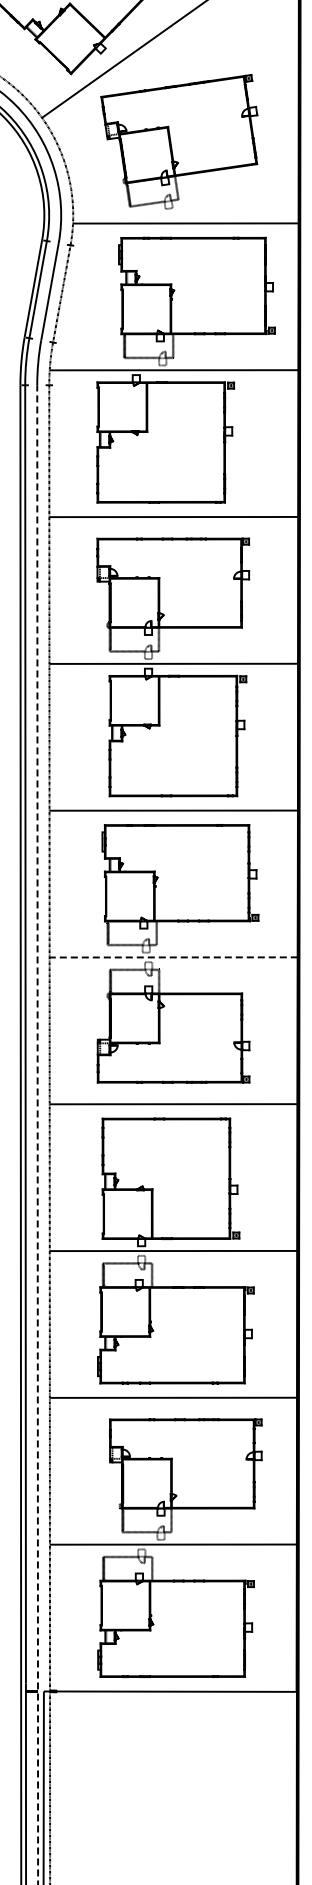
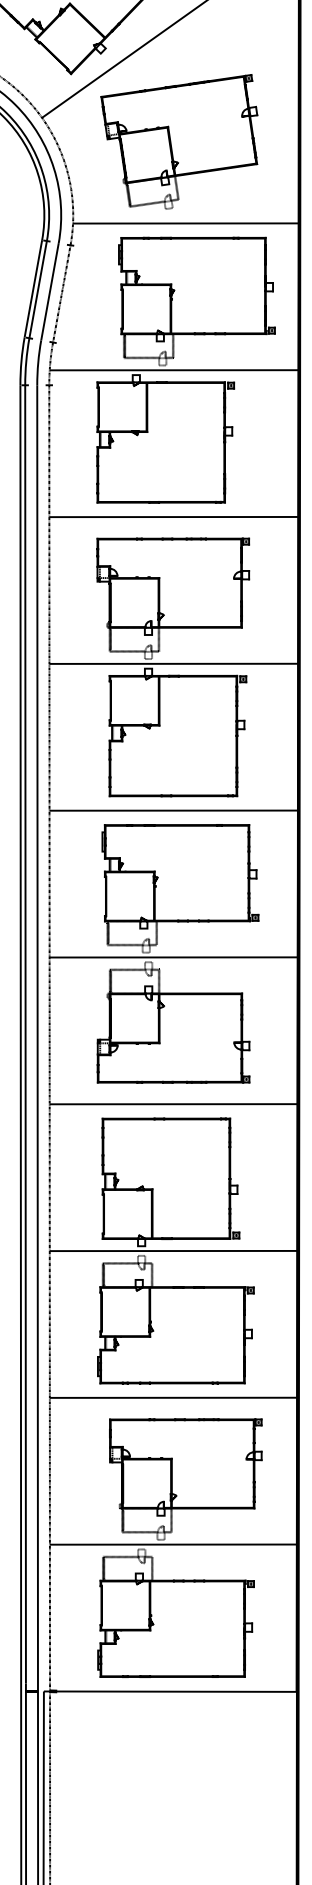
line at (173, 957): dashed -> solid
line at (37, 1135): dashed -> solid
